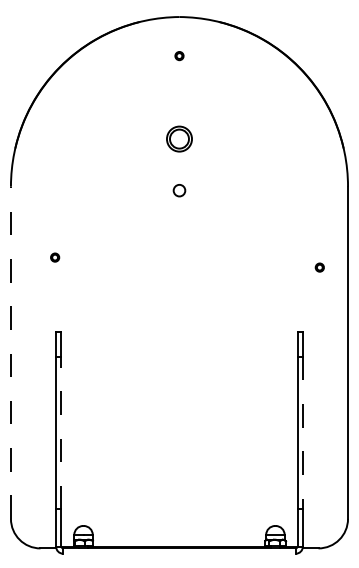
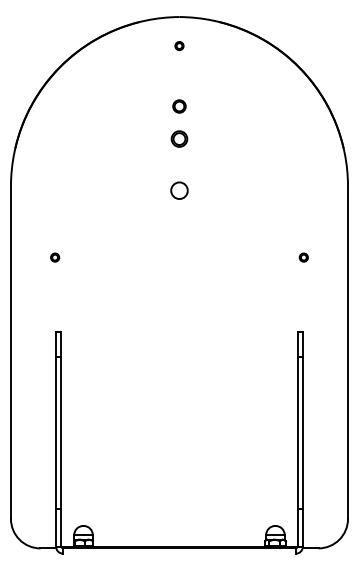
part at (179, 56) position: (179, 56) -> (179, 46)
circle at (179, 106): none -> present
part at (179, 138) size: 27x28 px -> 19x18 px
circle at (179, 190) size: 15x14 px -> 19x19 px
part at (319, 267) position: (319, 267) -> (303, 257)
line at (10, 352): dashed -> solid
line at (61, 432): dashed -> solid
line at (302, 433): dashed -> solid
